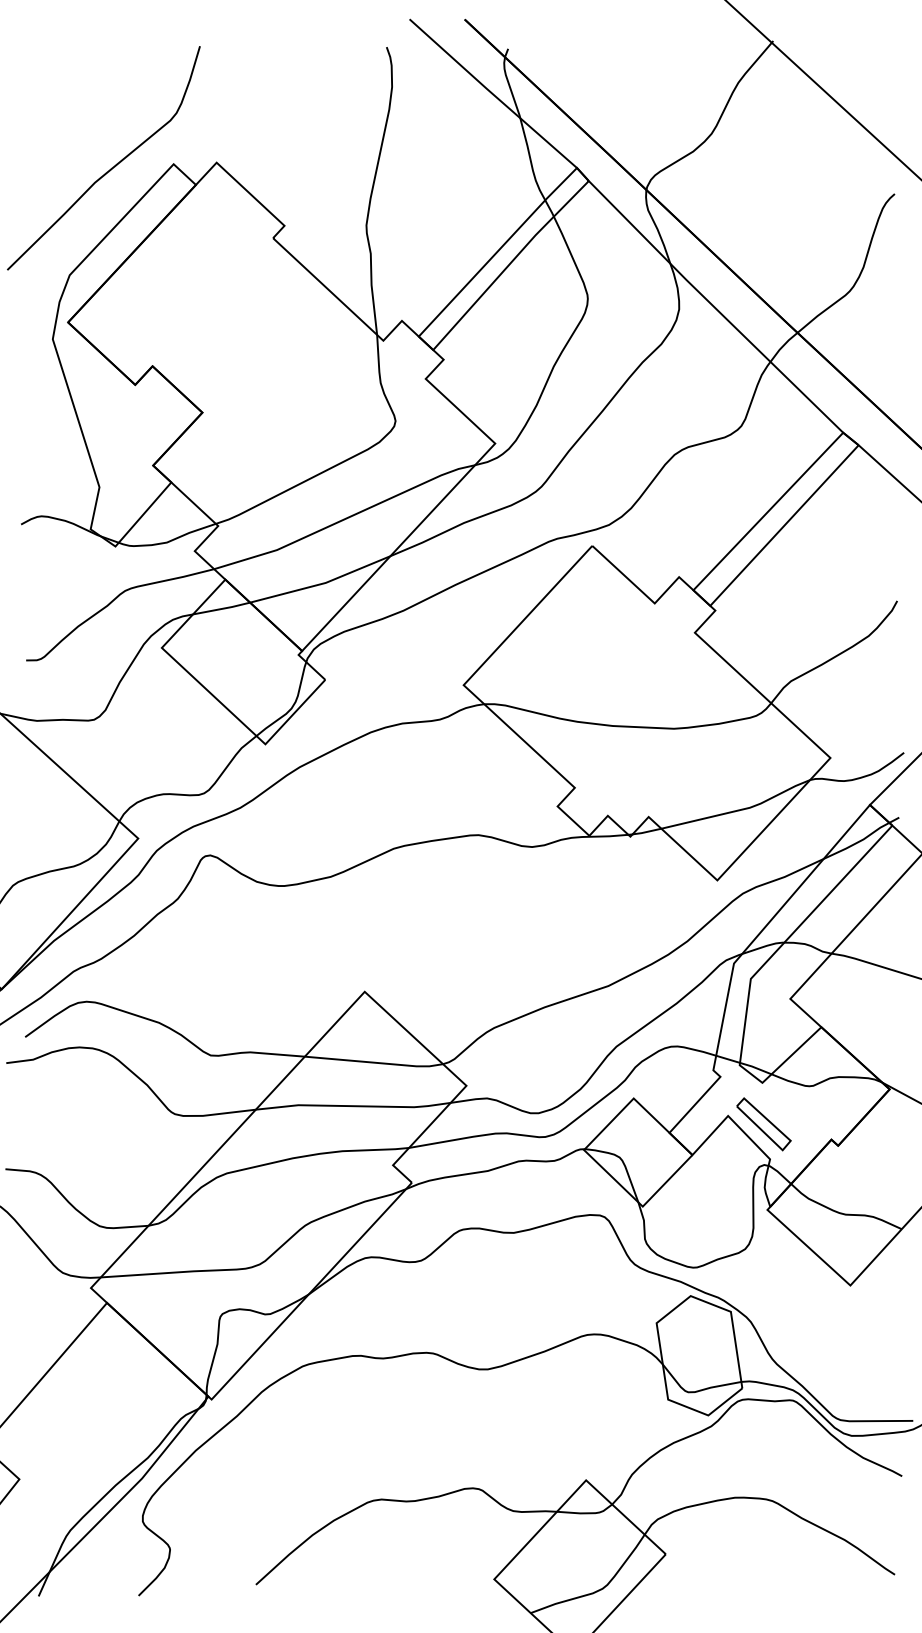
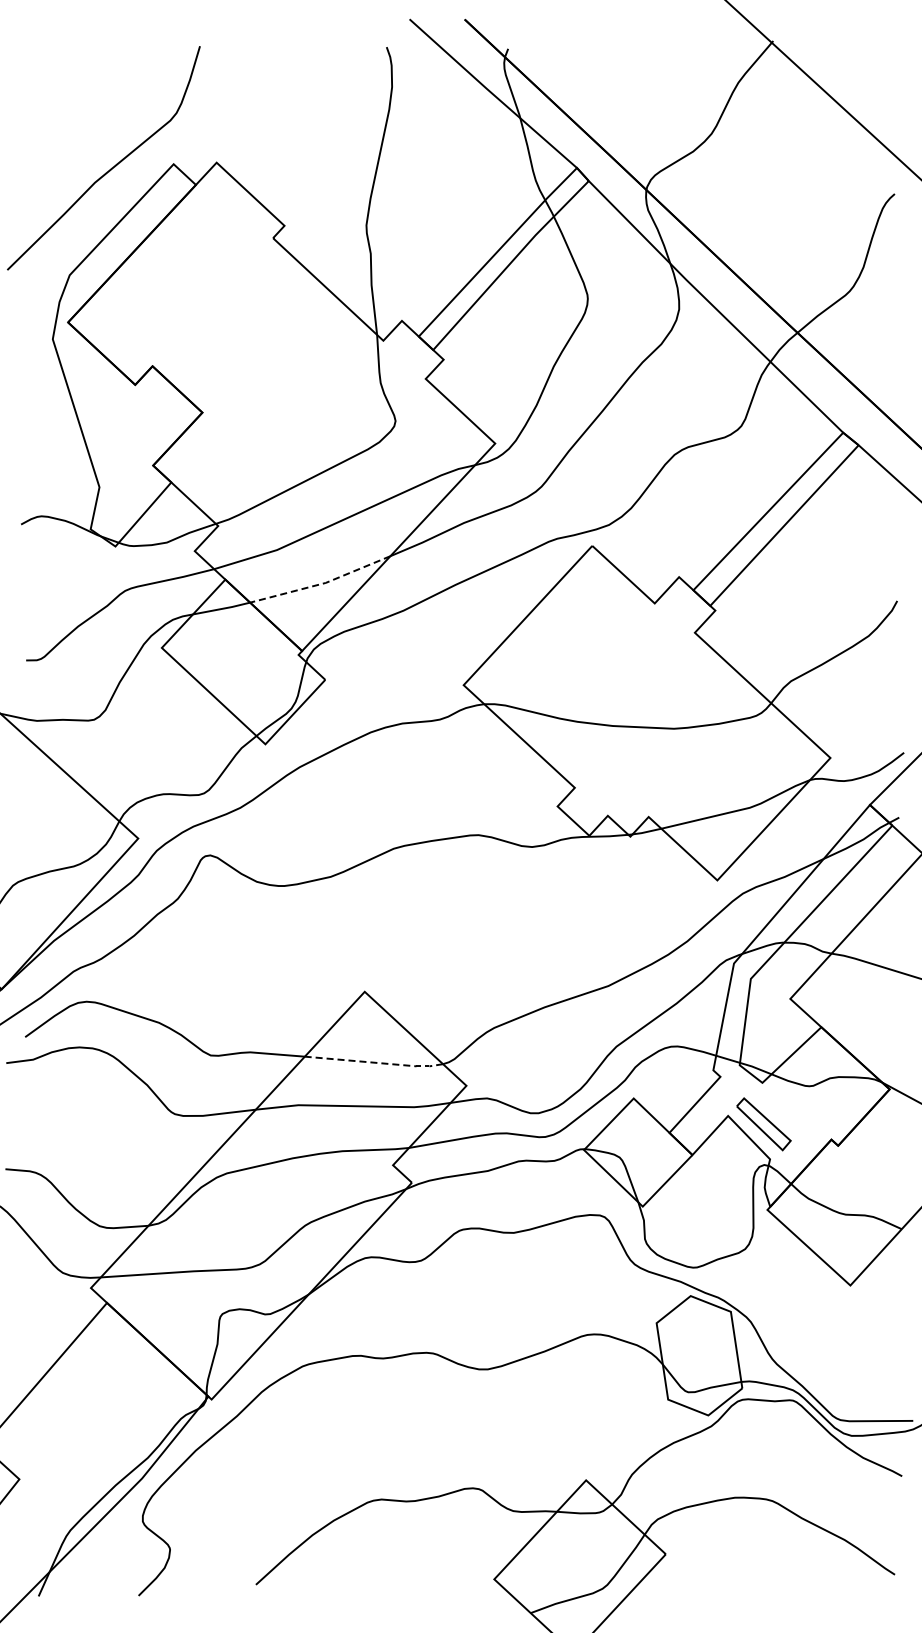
line at (321, 583): solid -> dashed
line at (375, 1062): solid -> dashed
